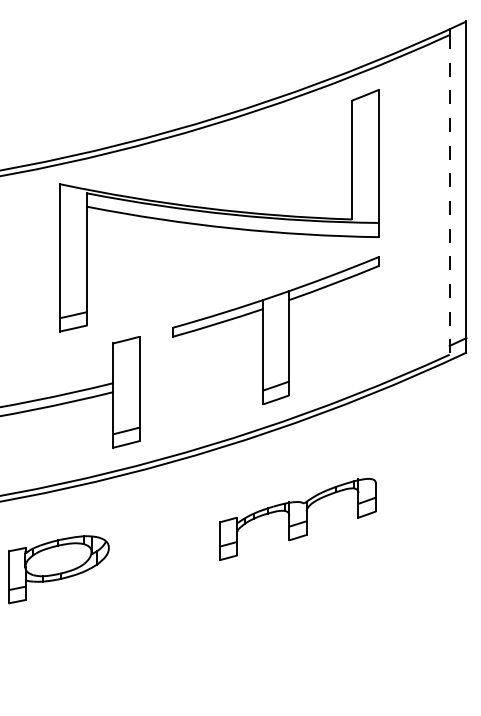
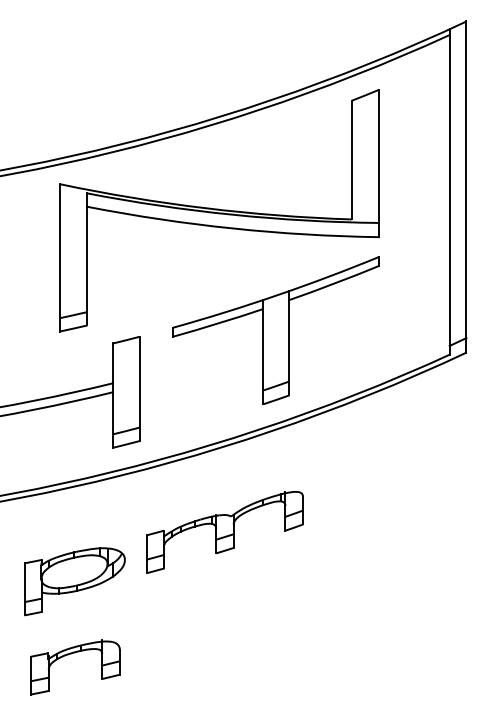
line at (449, 194): dashed -> solid
part at (297, 519) position: (297, 519) -> (224, 532)
part at (58, 569) position: (58, 569) -> (74, 581)
part at (71, 654): none -> present
